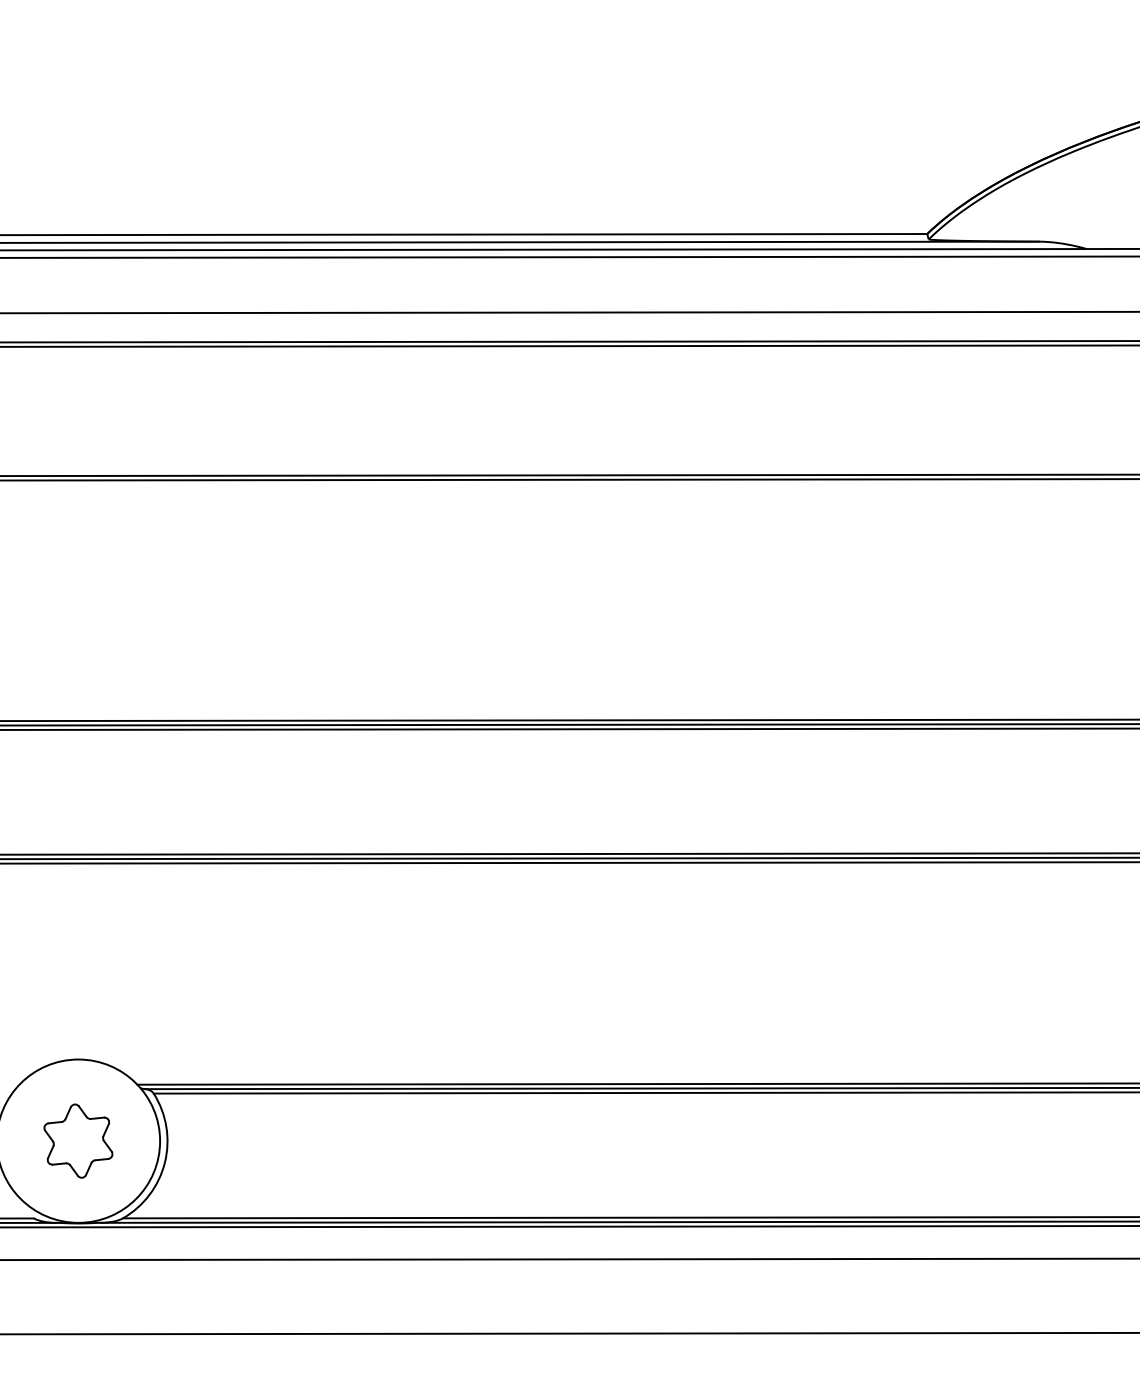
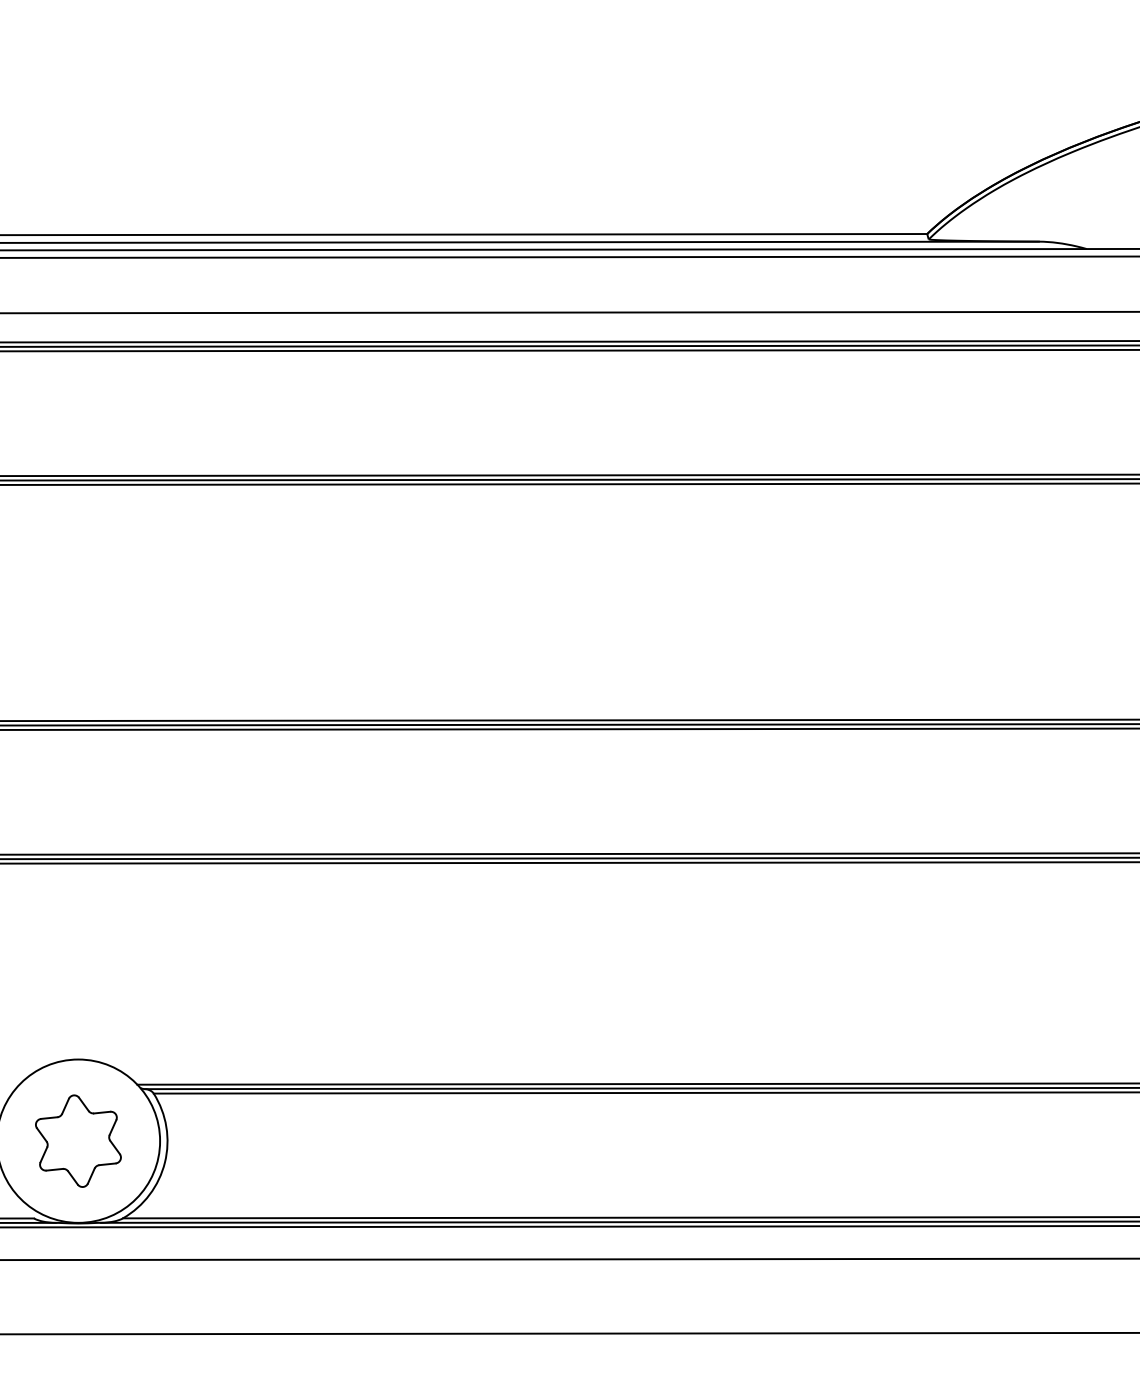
line at (569, 350): none -> present
line at (569, 483): none -> present
part at (78, 1140) size: 71x76 px -> 87x94 px
